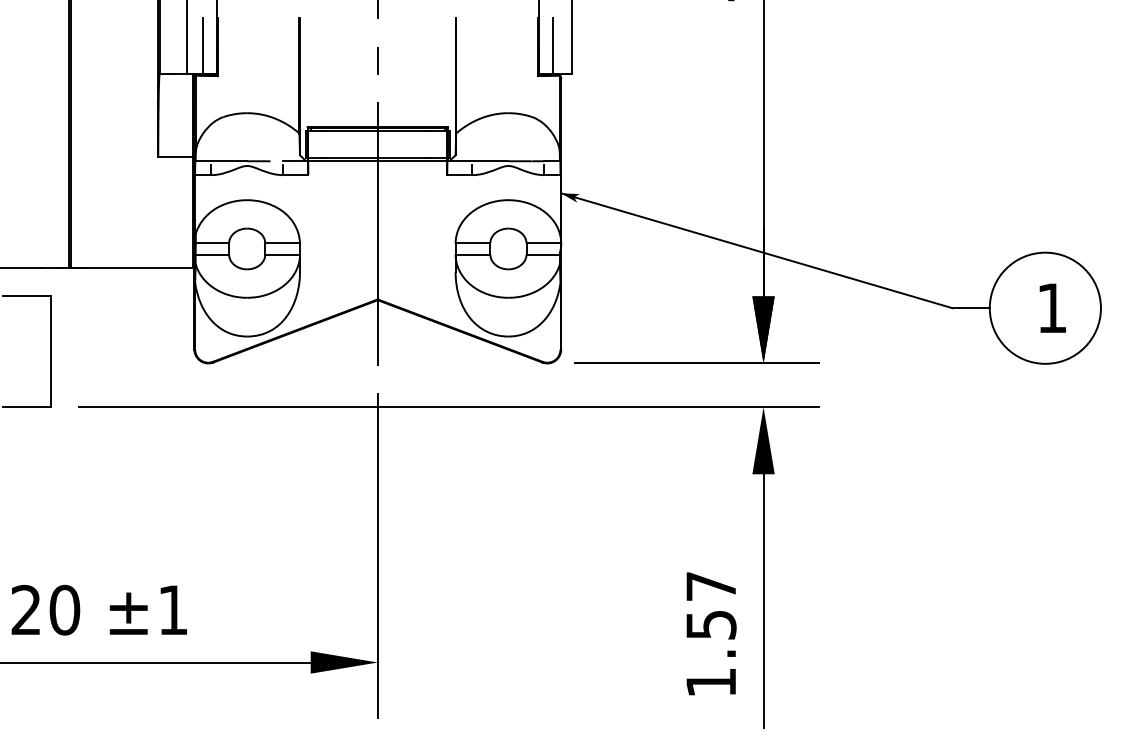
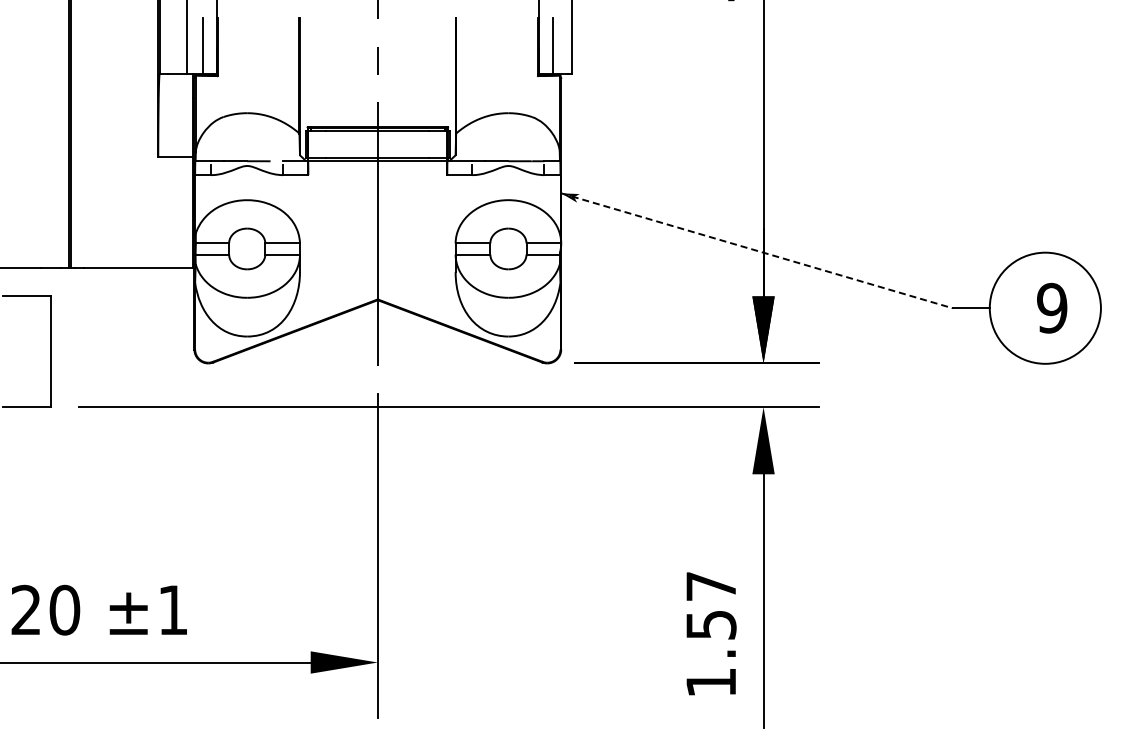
line at (757, 250): solid -> dashed
text at (1052, 307): 1 -> 9
